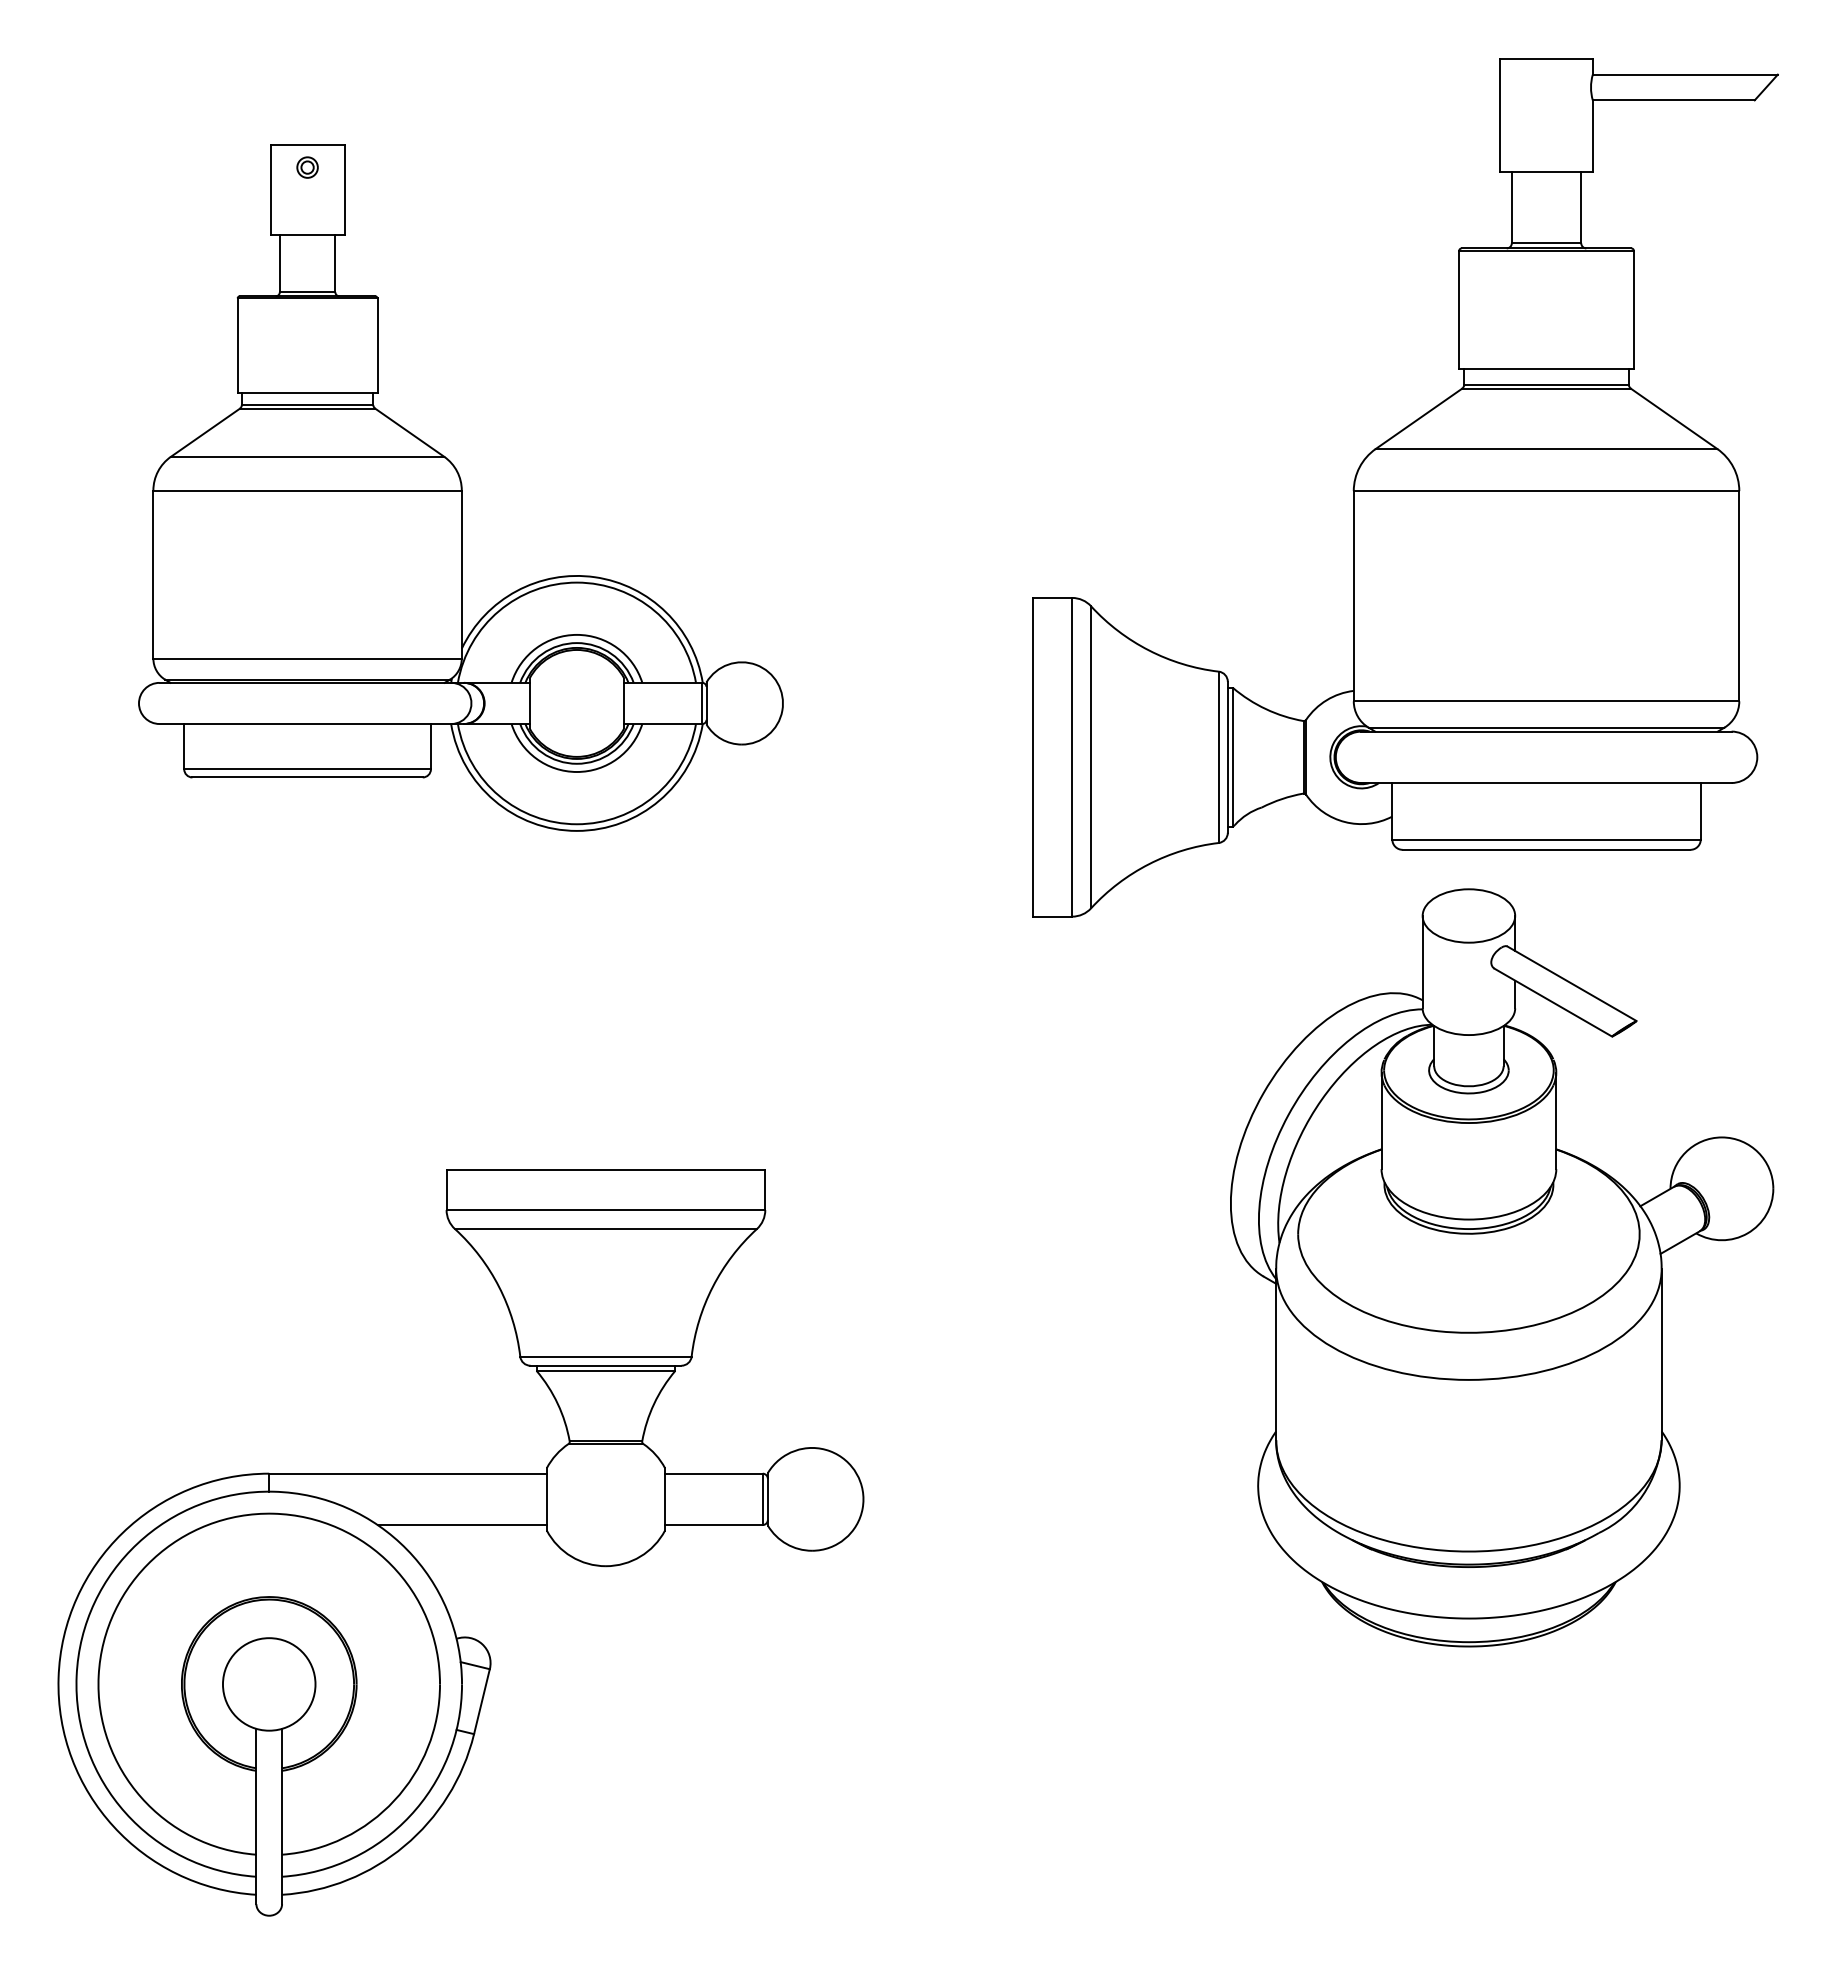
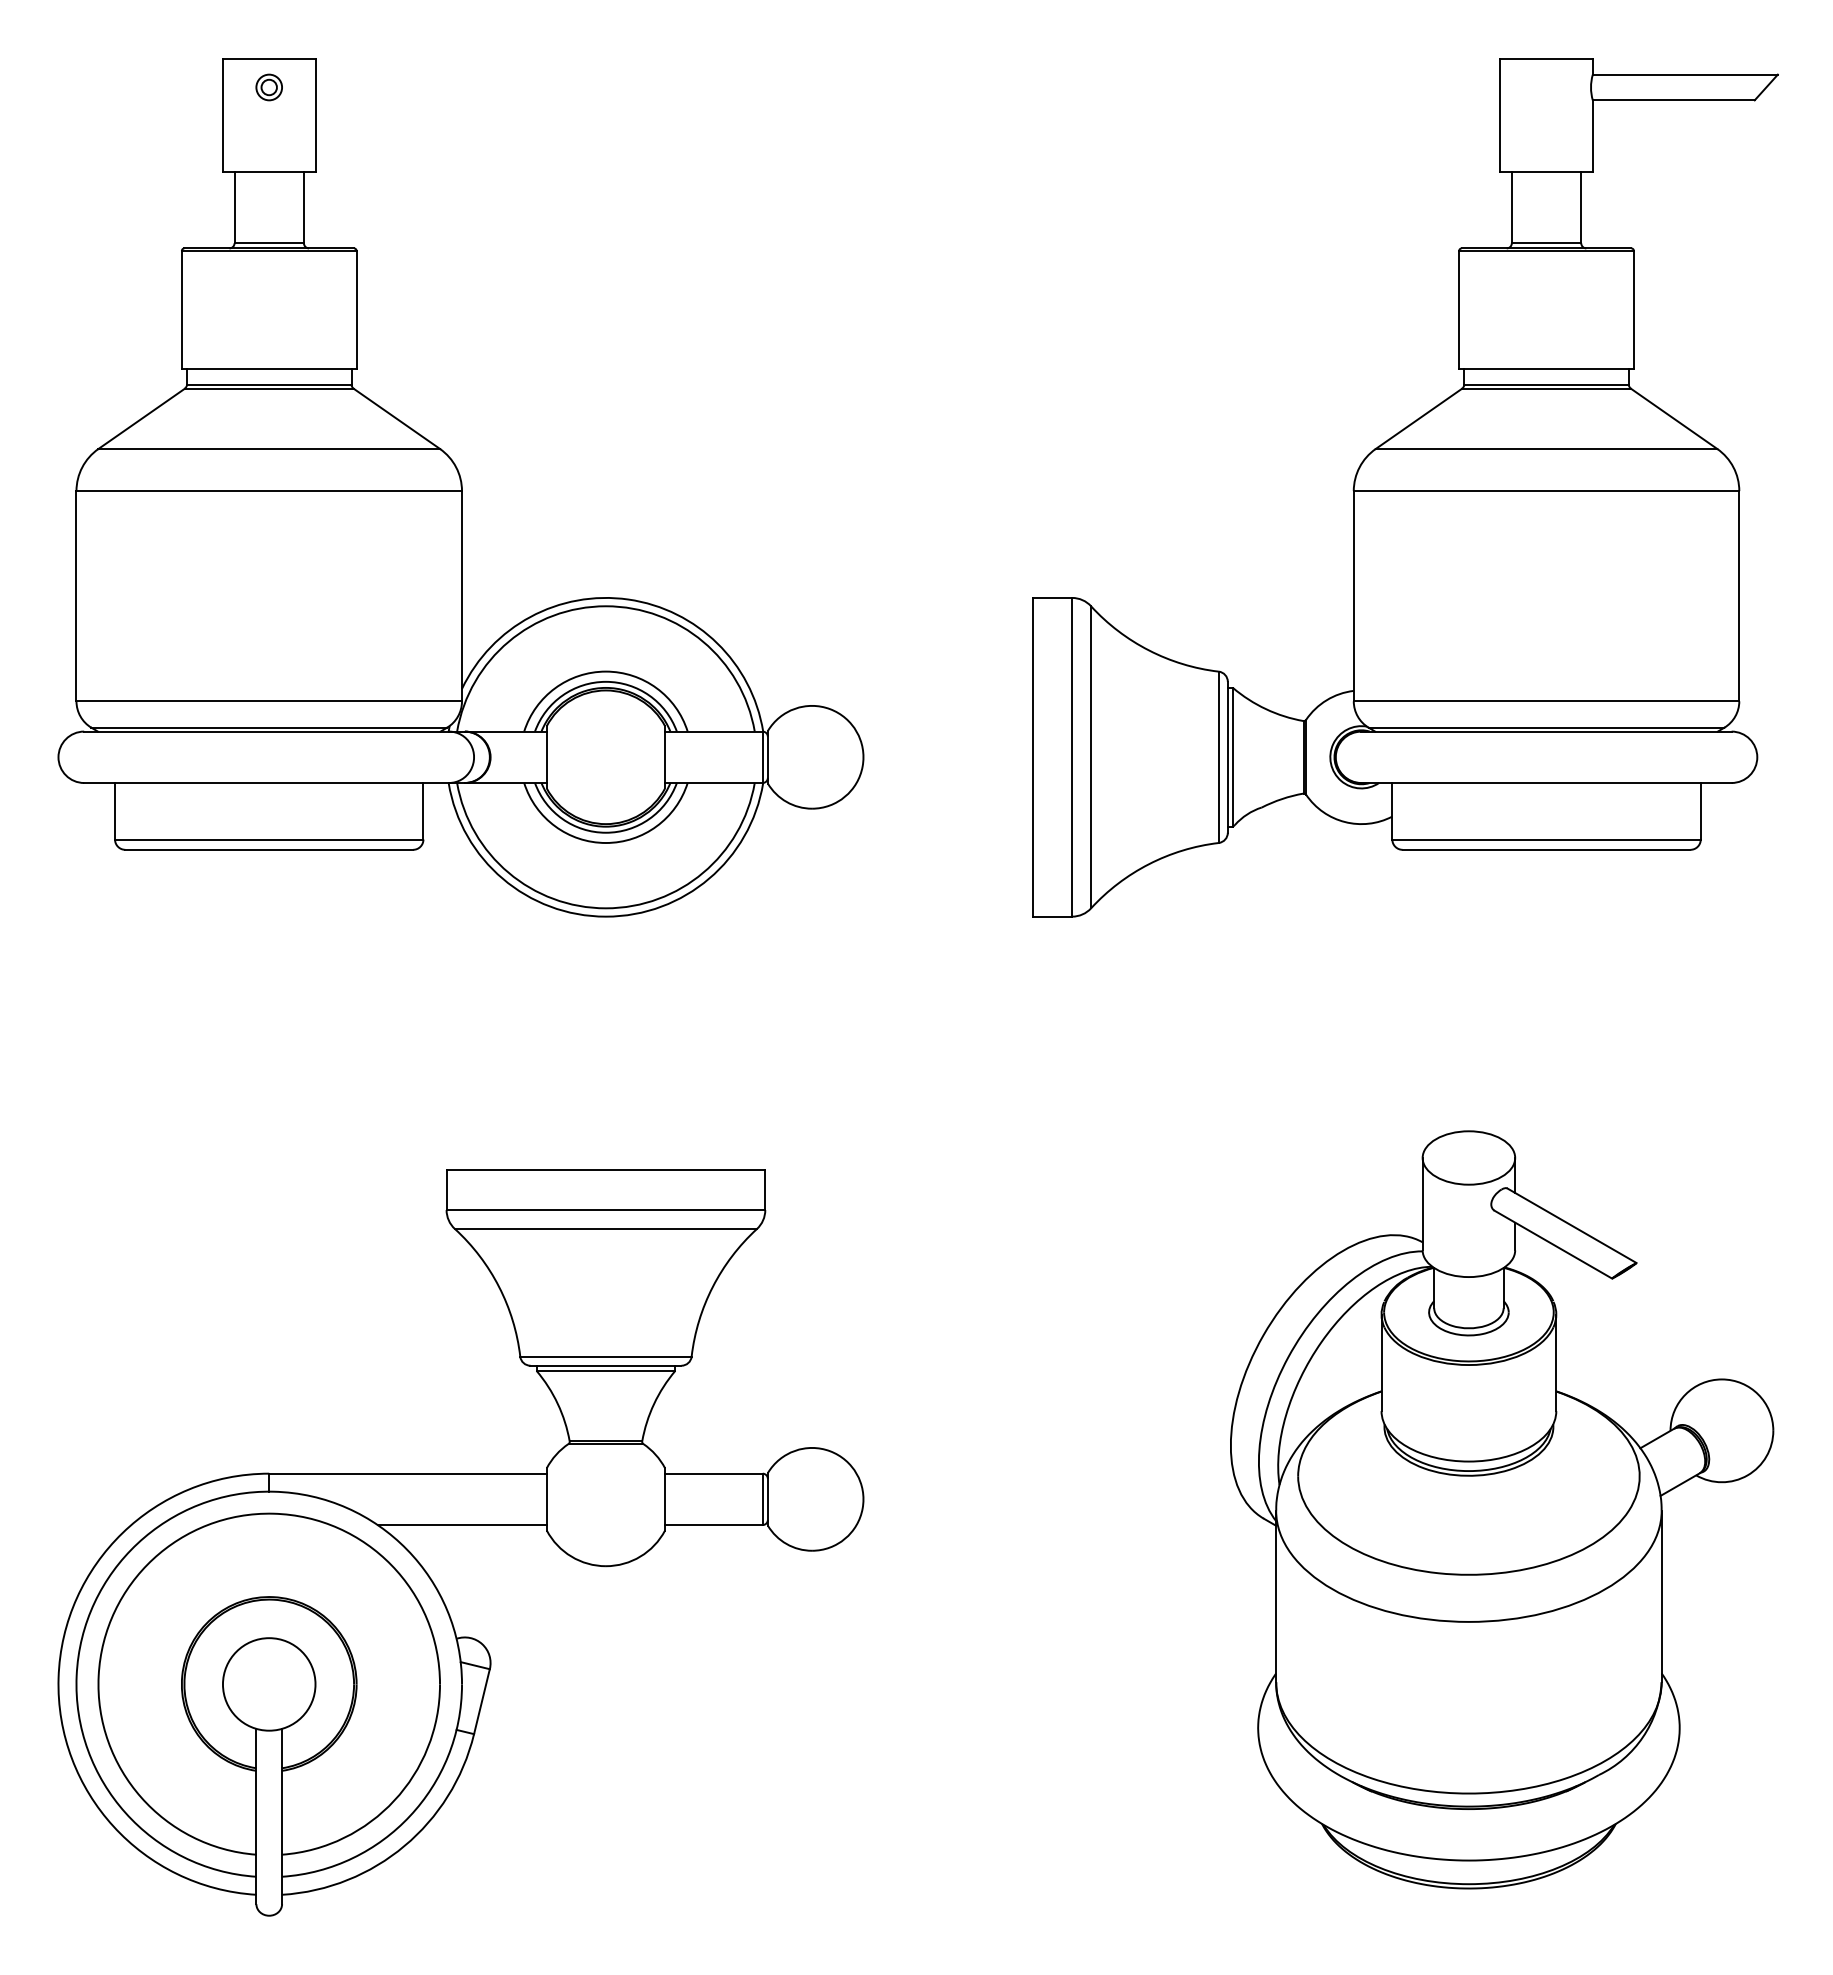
part at (460, 487) size: 646x688 px -> 808x860 px
part at (1502, 1267) position: (1502, 1267) -> (1502, 1509)
